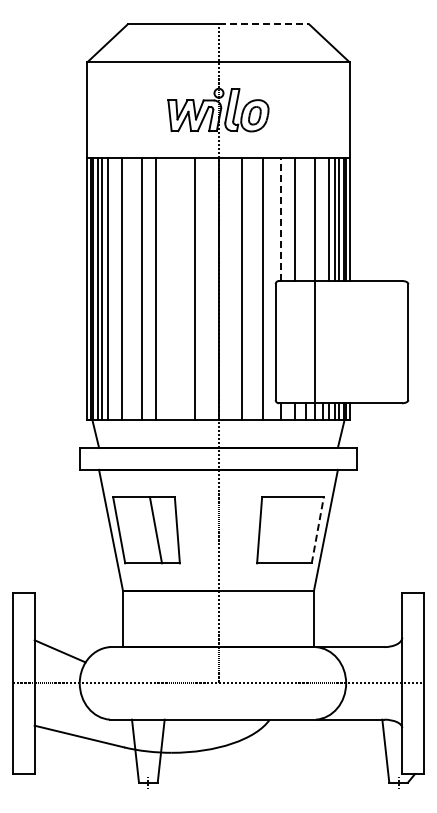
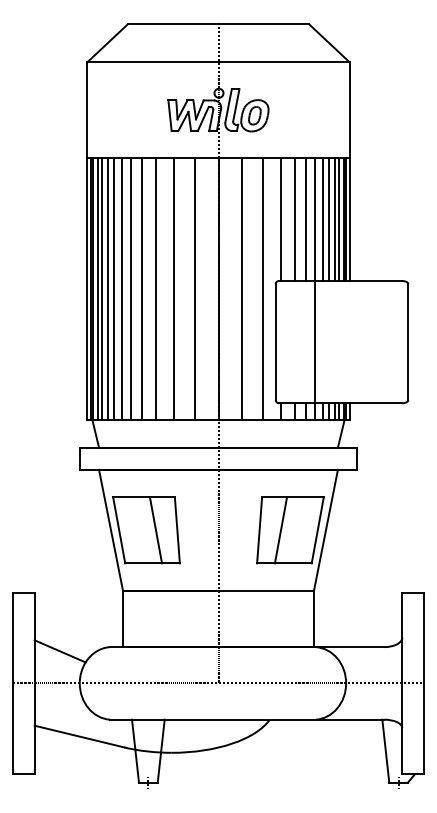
line at (264, 24): dashed -> solid
line at (280, 219): dashed -> solid
line at (306, 219): none -> present
line at (322, 219): none -> present
line at (114, 289): none -> present
line at (130, 289): none -> present
line at (174, 289): none -> present
line at (280, 530): none -> present
line at (317, 530): dashed -> solid
